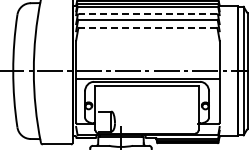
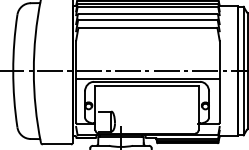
line at (147, 14): dashed -> solid
line at (147, 27): dashed -> solid
